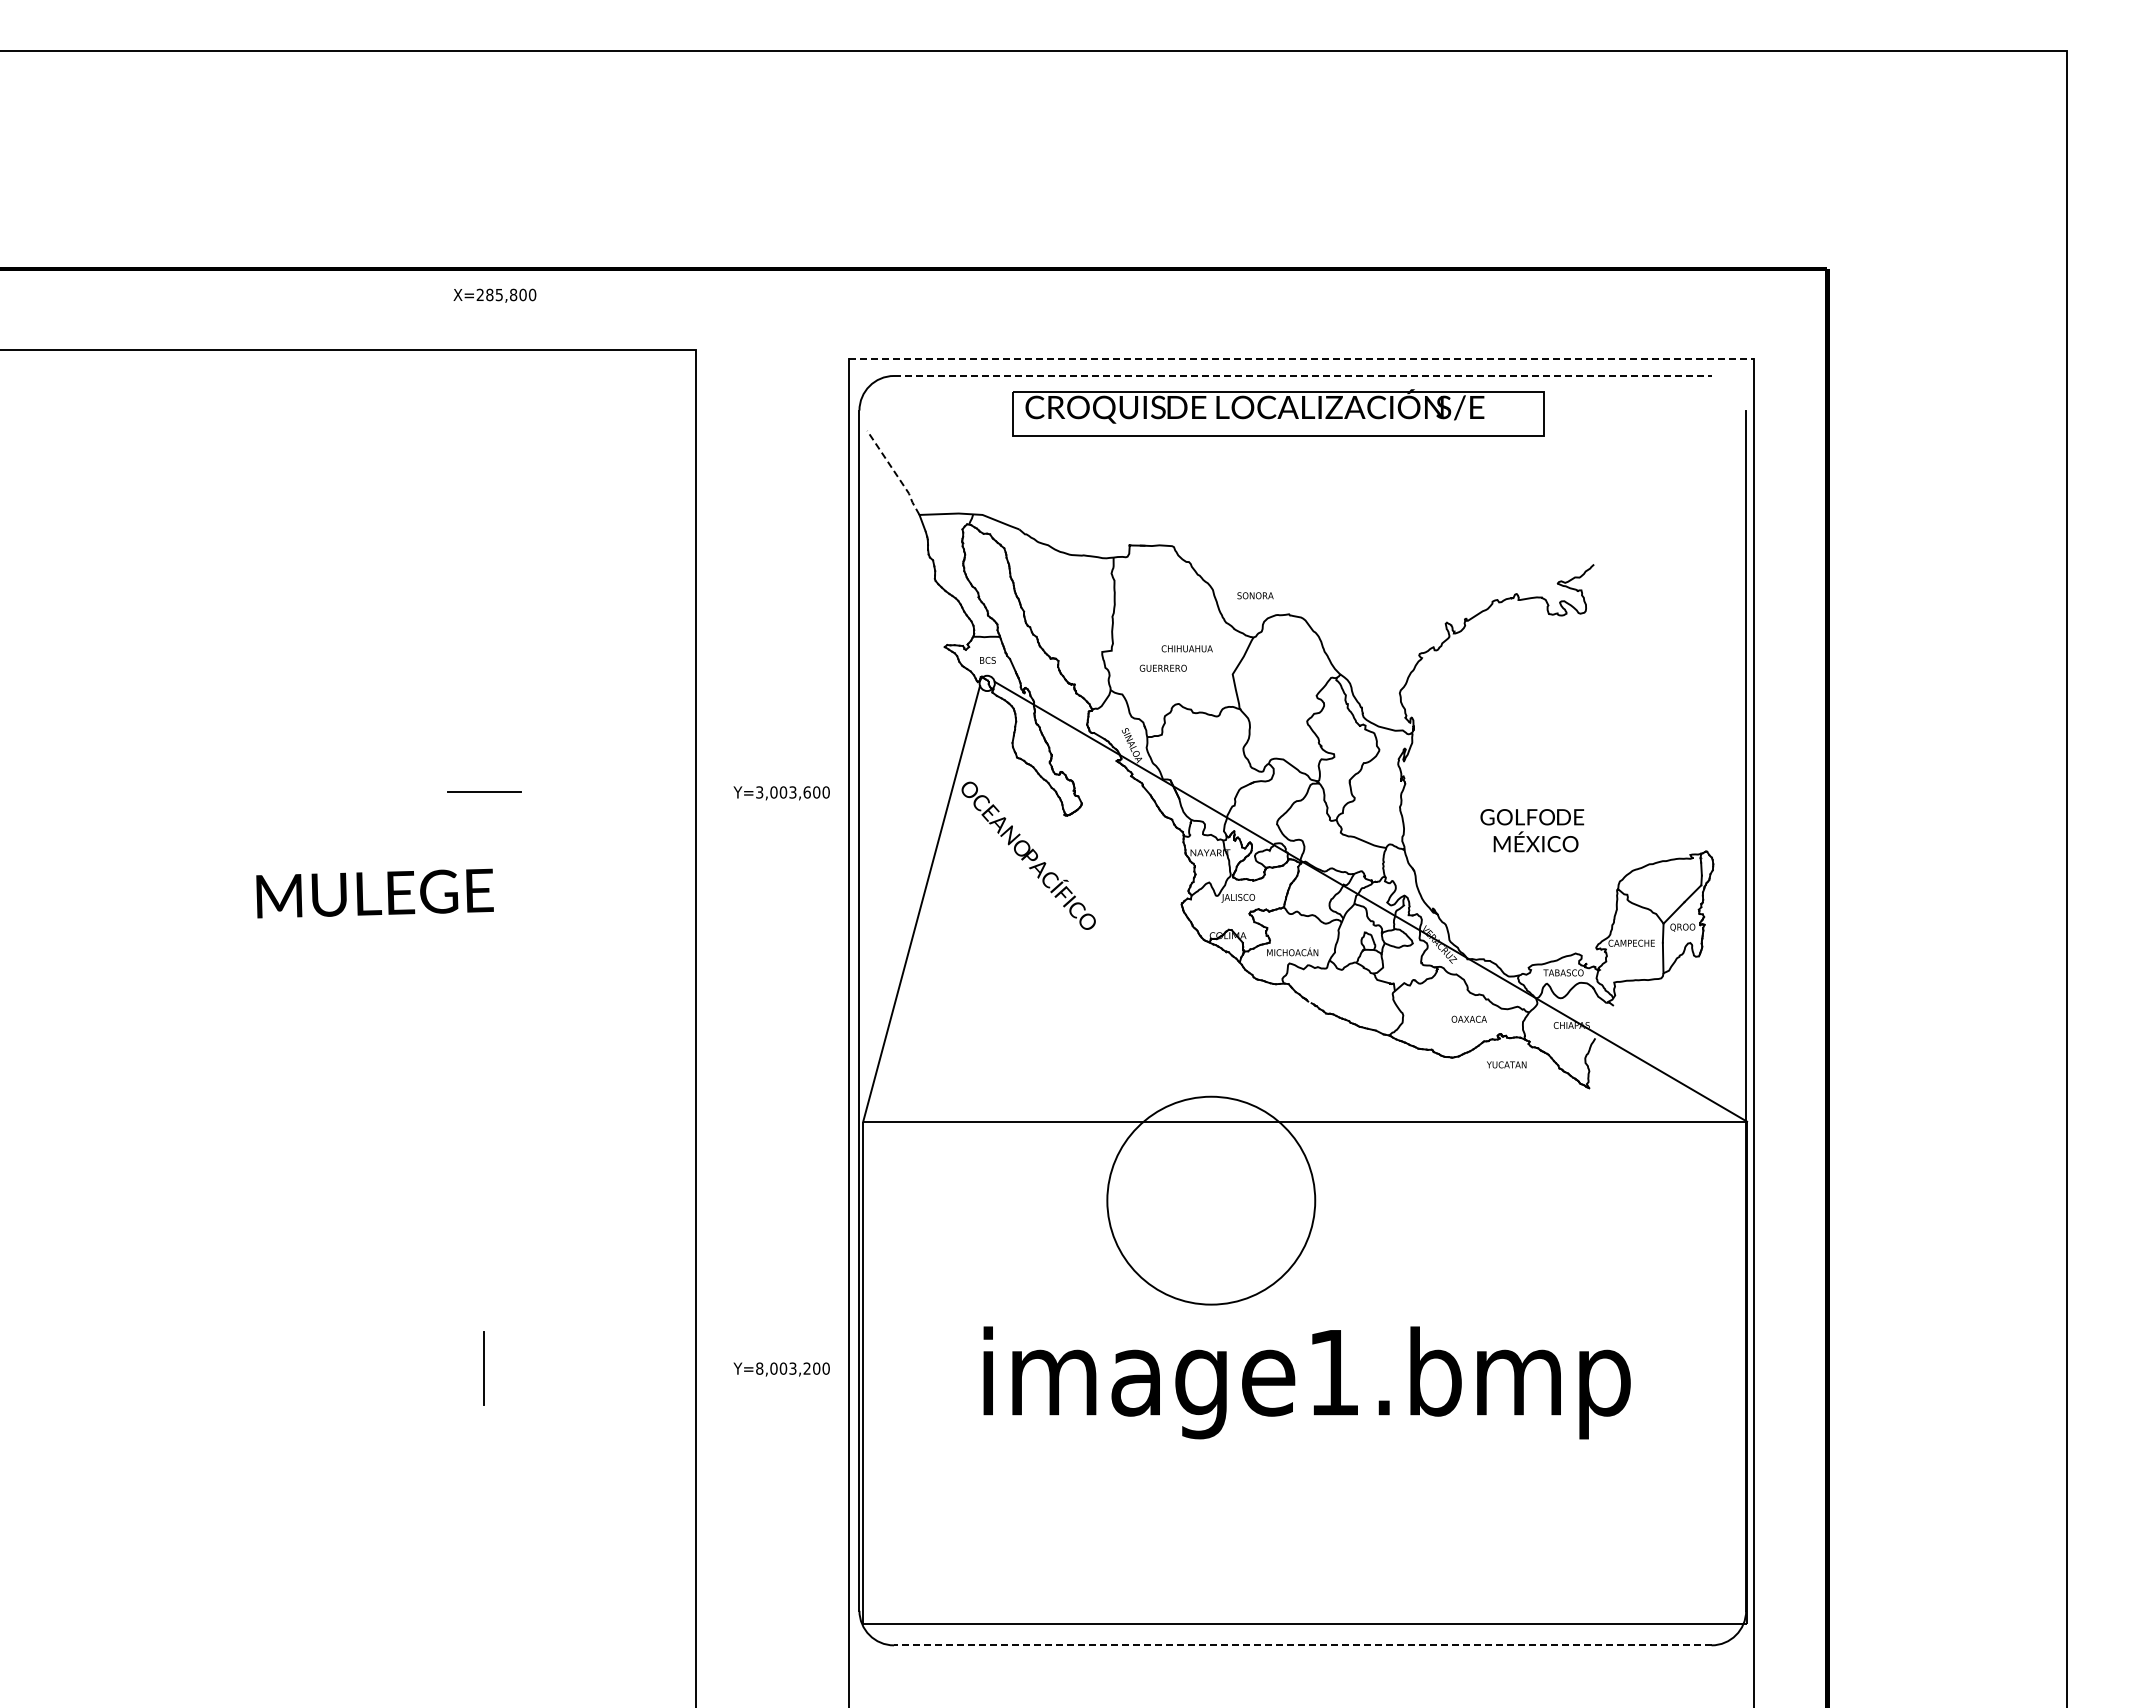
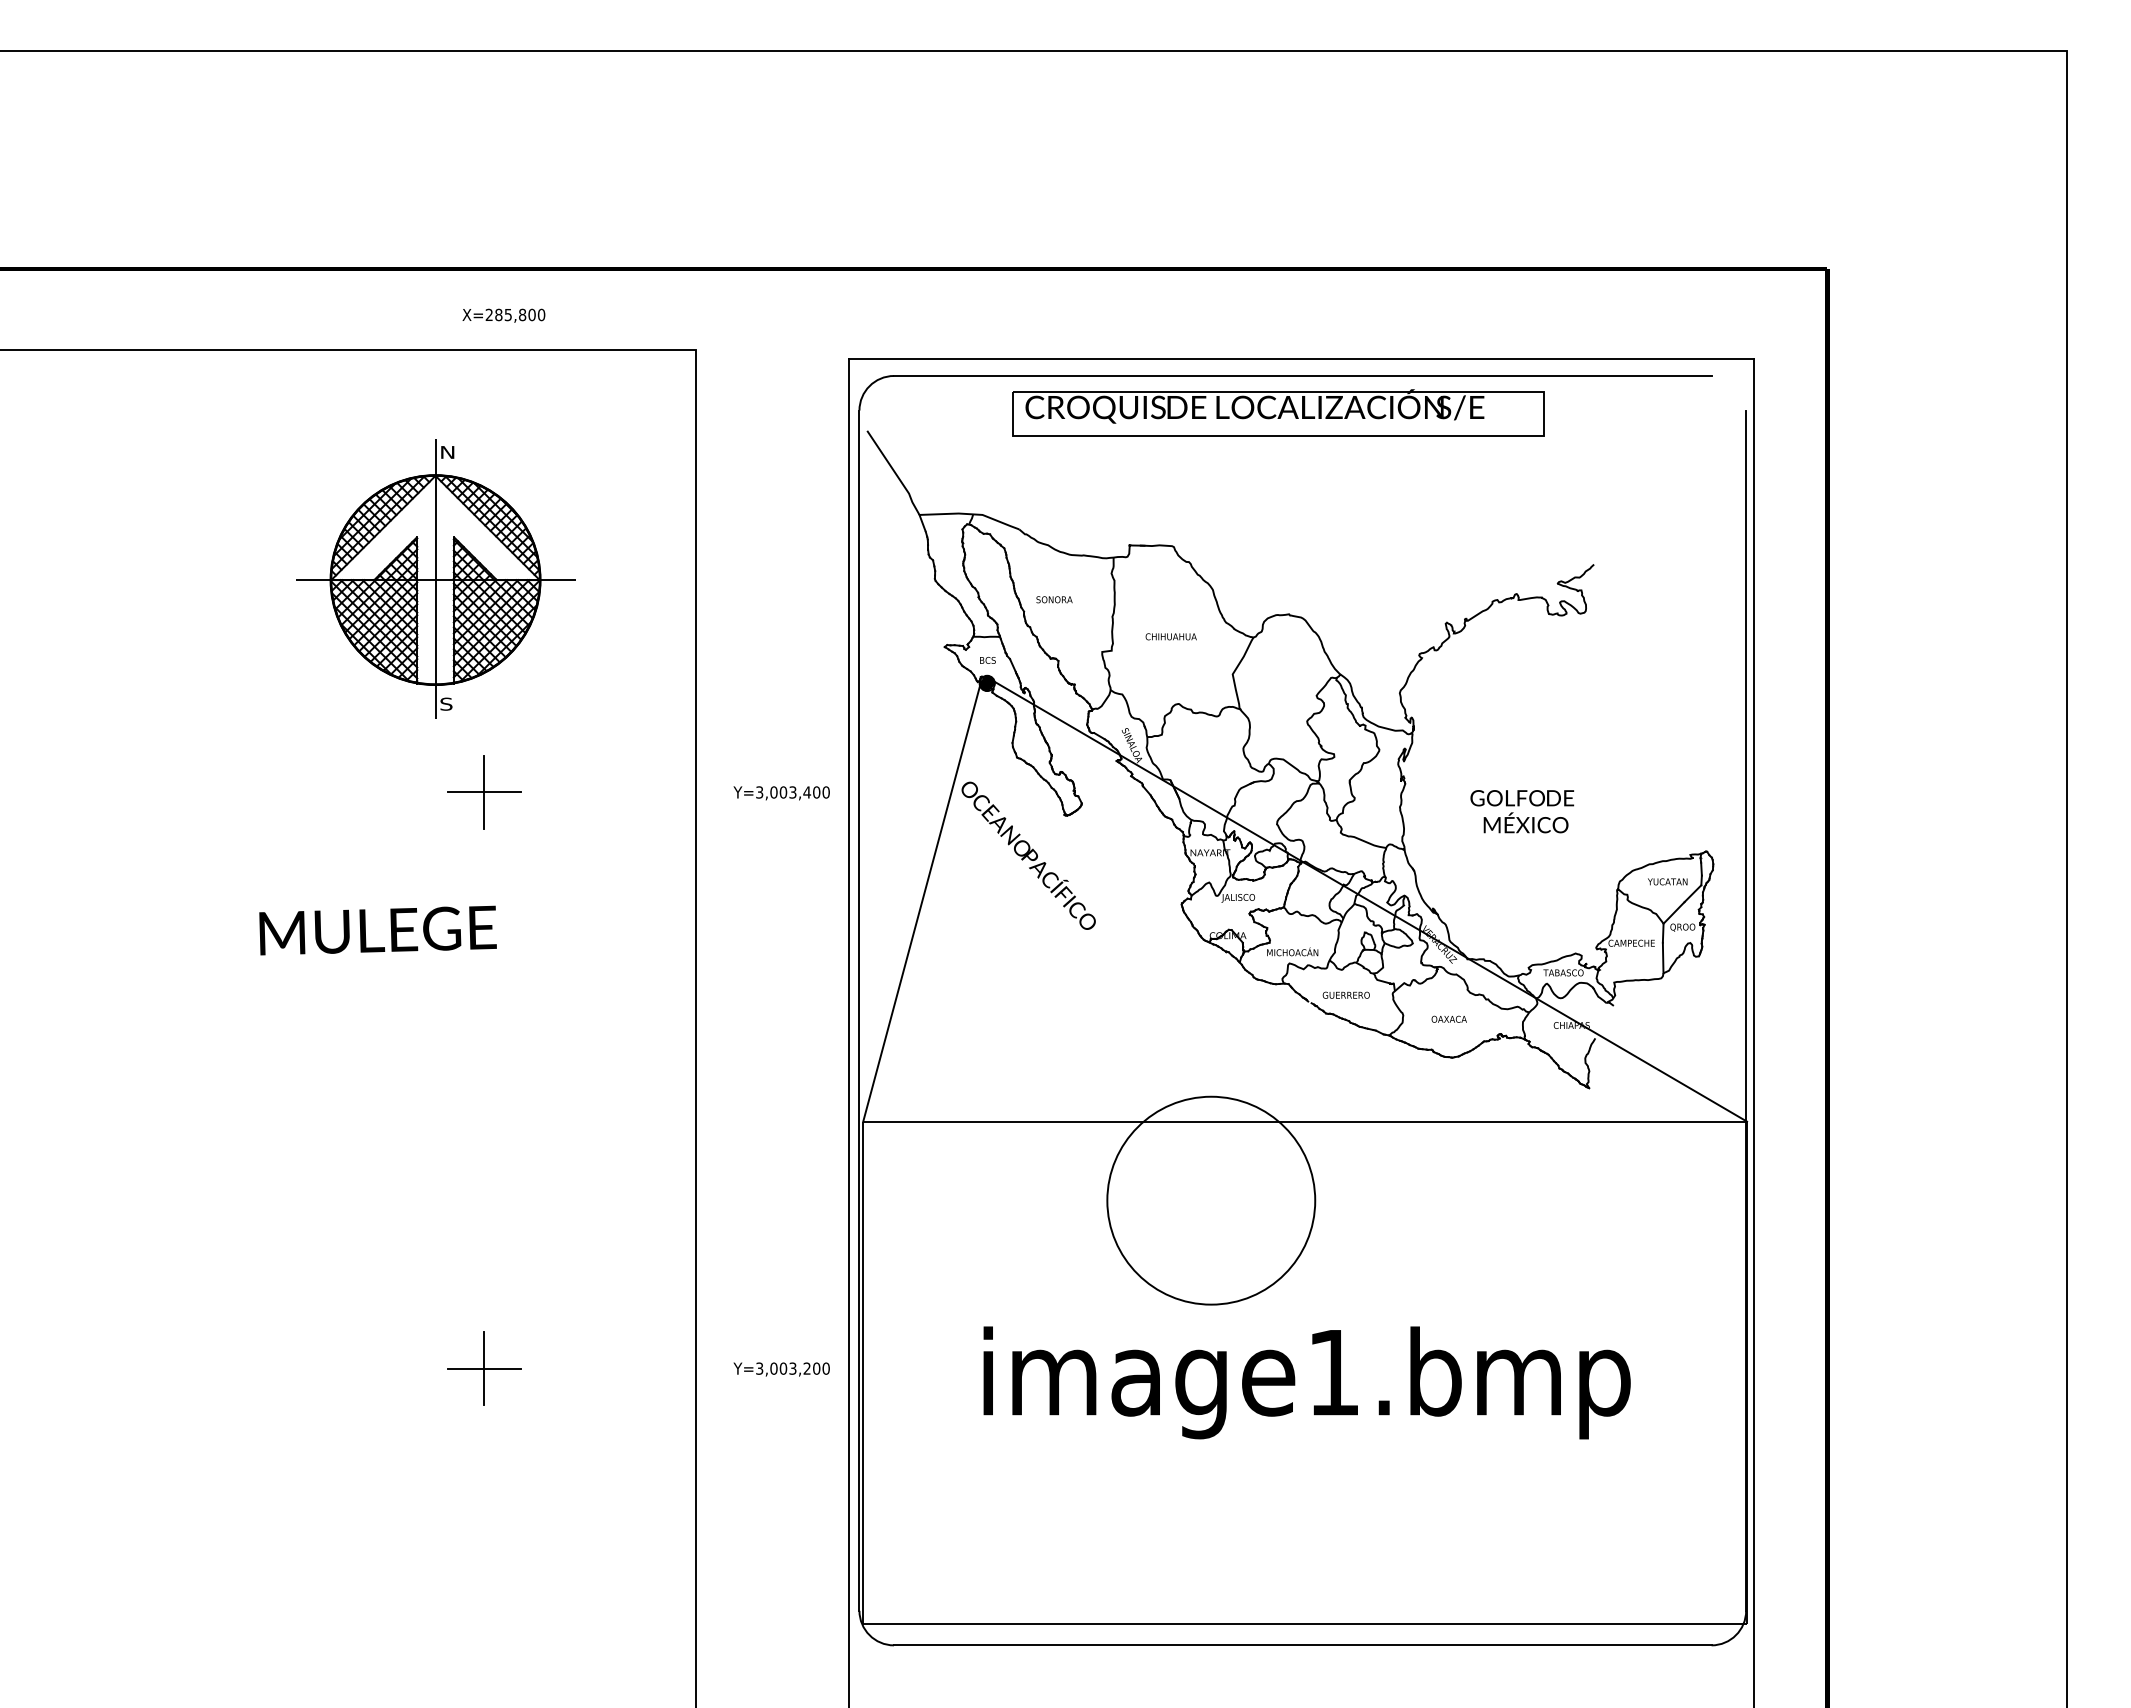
text at (494, 295) position: (494, 295) -> (503, 315)
line at (1301, 358): dashed -> solid
line at (1302, 375): dashed -> solid
line at (895, 472): dashed -> solid
part at (435, 578): none -> present
text at (1255, 595) position: (1255, 595) -> (1054, 599)
text at (1186, 648) position: (1186, 648) -> (1170, 636)
text at (1162, 667) position: (1162, 667) -> (1345, 994)
hatch at (986, 683): none -> present
line at (484, 792): none -> present
text at (807, 792): Y=3,003,600 -> Y=3,003,400
text at (1532, 830) position: (1532, 830) -> (1522, 811)
text at (374, 893) position: (374, 893) -> (377, 930)
text at (1468, 1018) position: (1468, 1018) -> (1448, 1018)
text at (1506, 1064) position: (1506, 1064) -> (1667, 881)
line at (483, 1368): none -> present
text at (759, 1368): Y=8,003,200 -> Y=3,003,200
line at (1302, 1645): dashed -> solid
